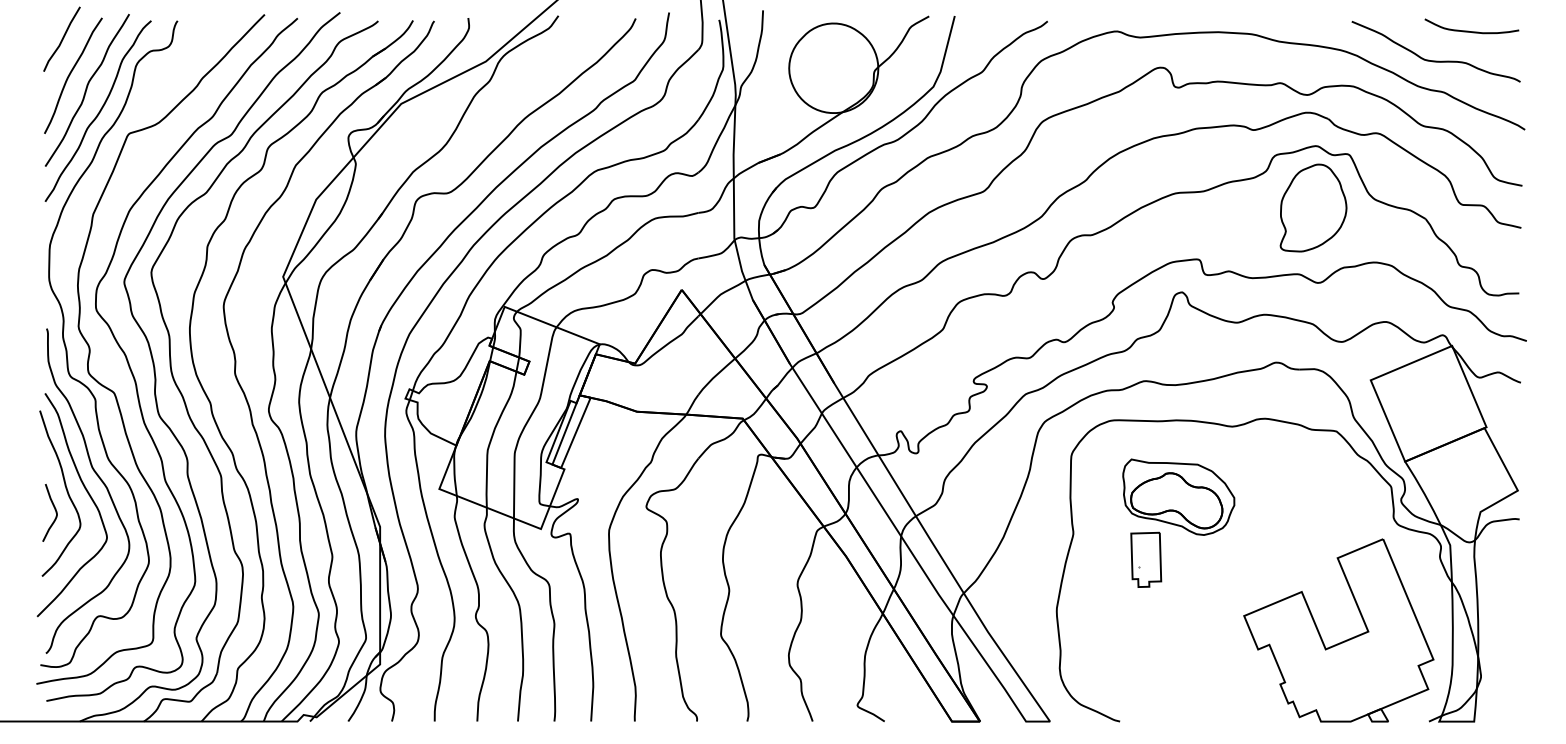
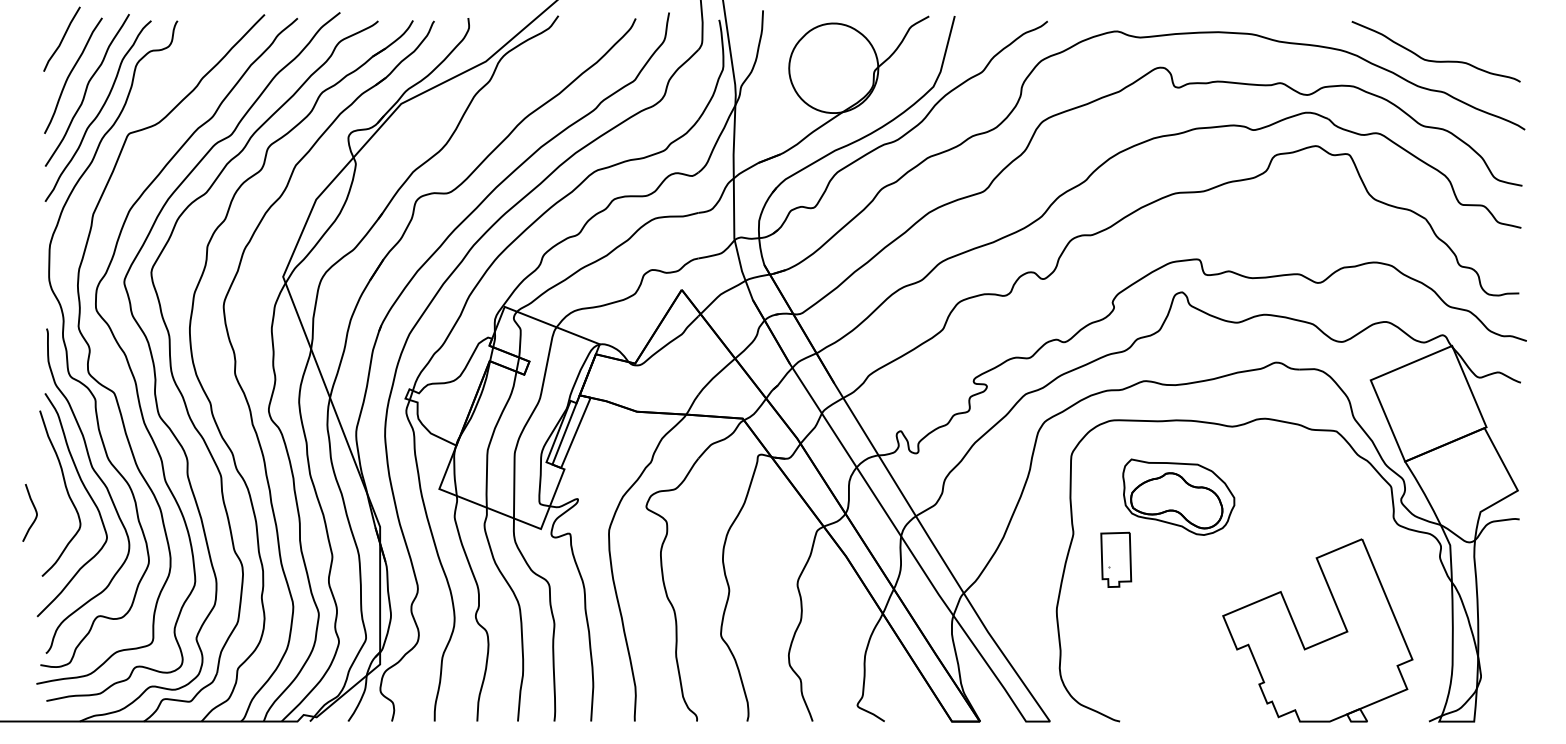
curve at (1468, 30): present -> none
part at (1313, 207): present -> none
curve at (54, 509) position: (54, 509) -> (34, 509)
part at (1146, 559) position: (1146, 559) -> (1116, 559)
part at (1341, 641) position: (1341, 641) -> (1320, 641)
